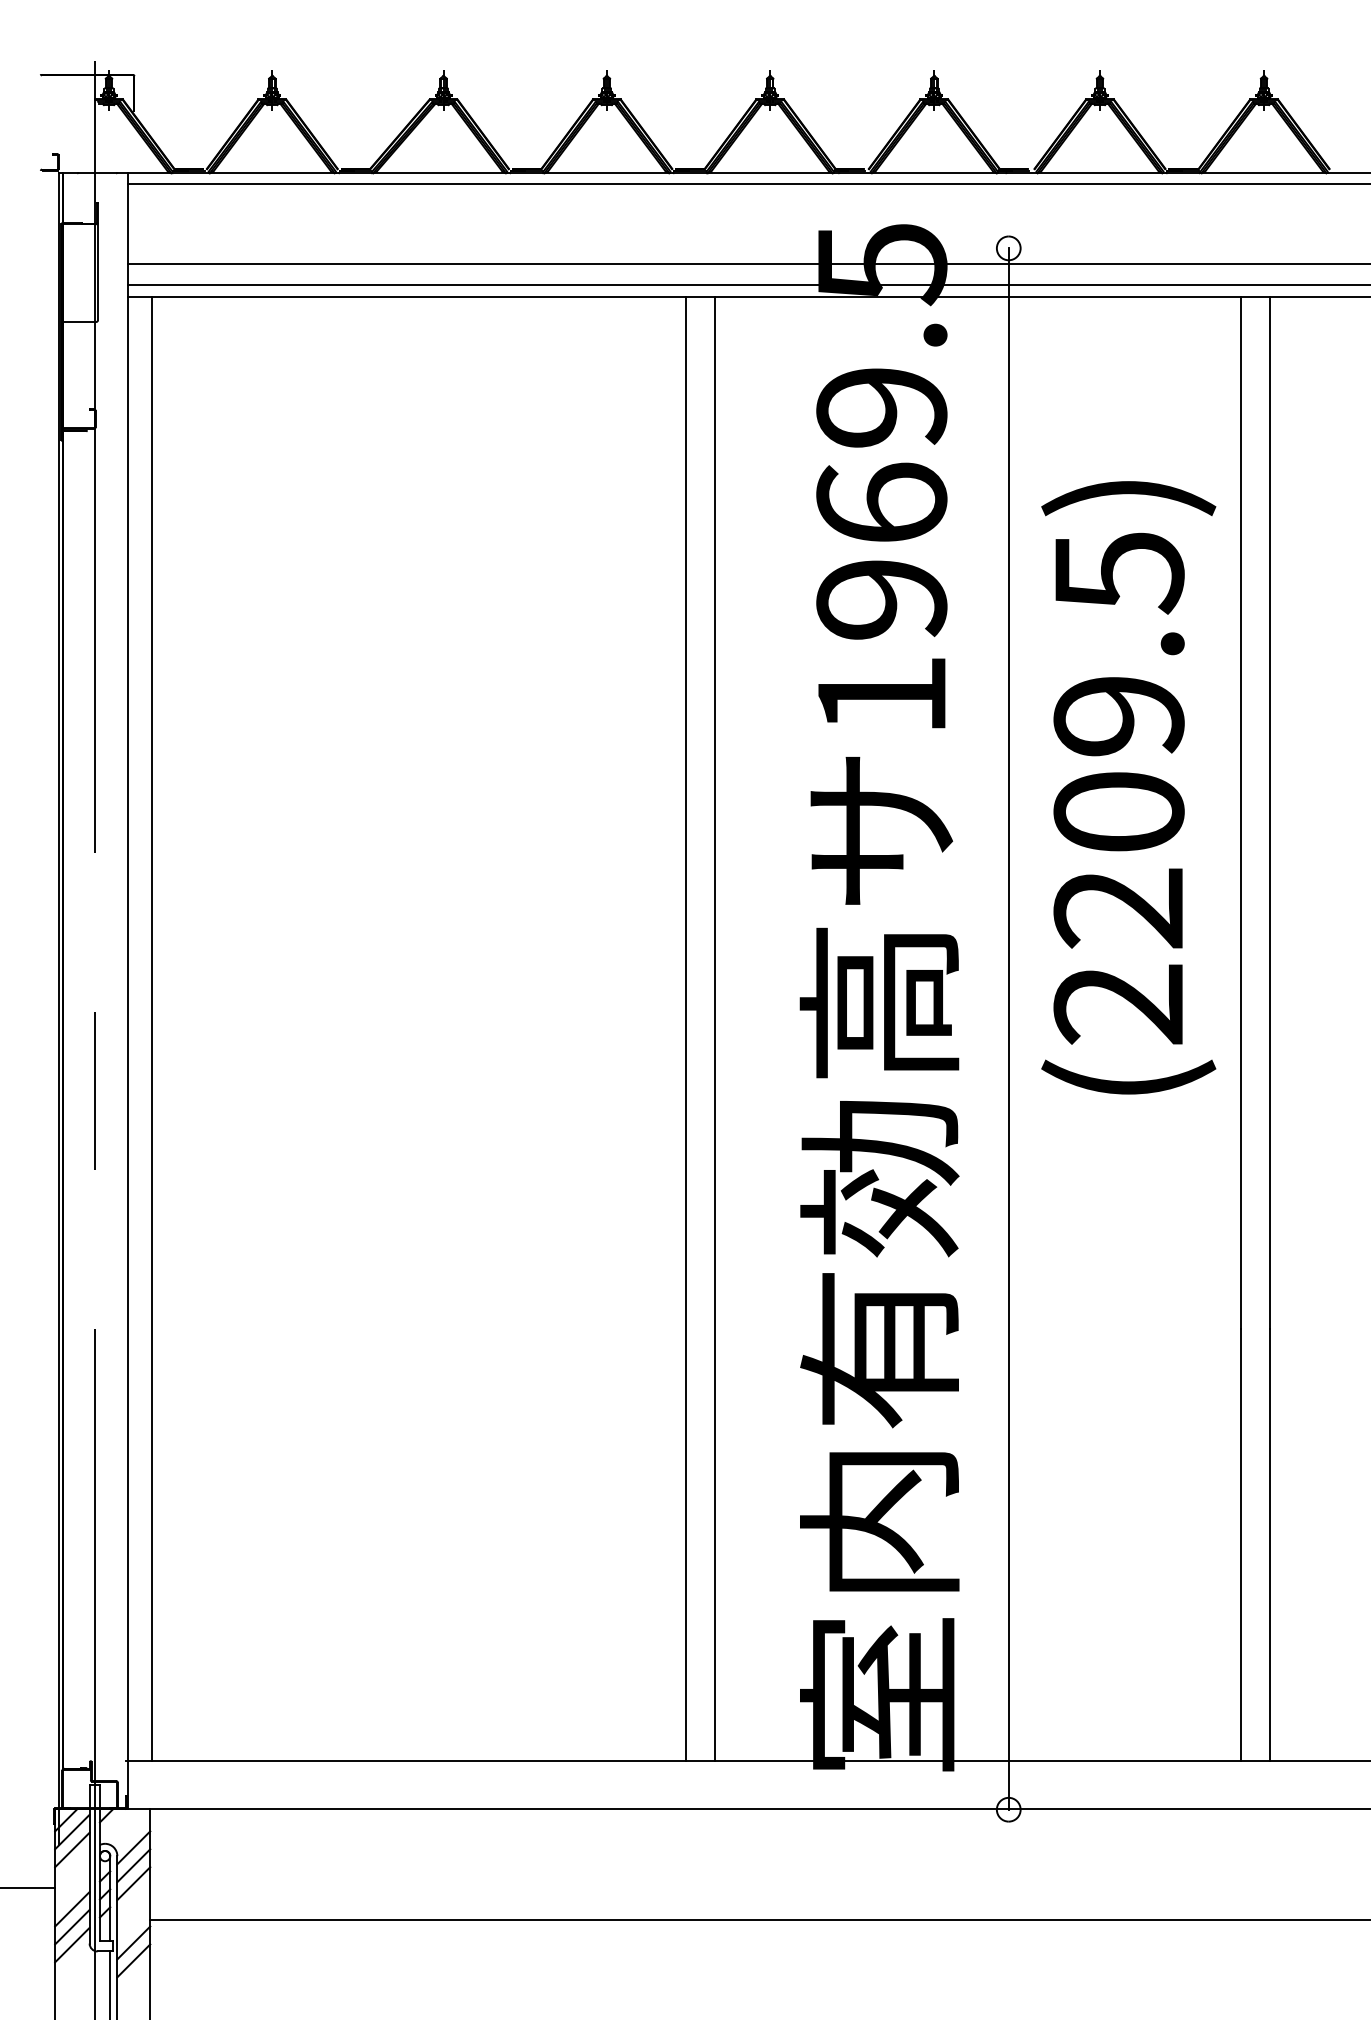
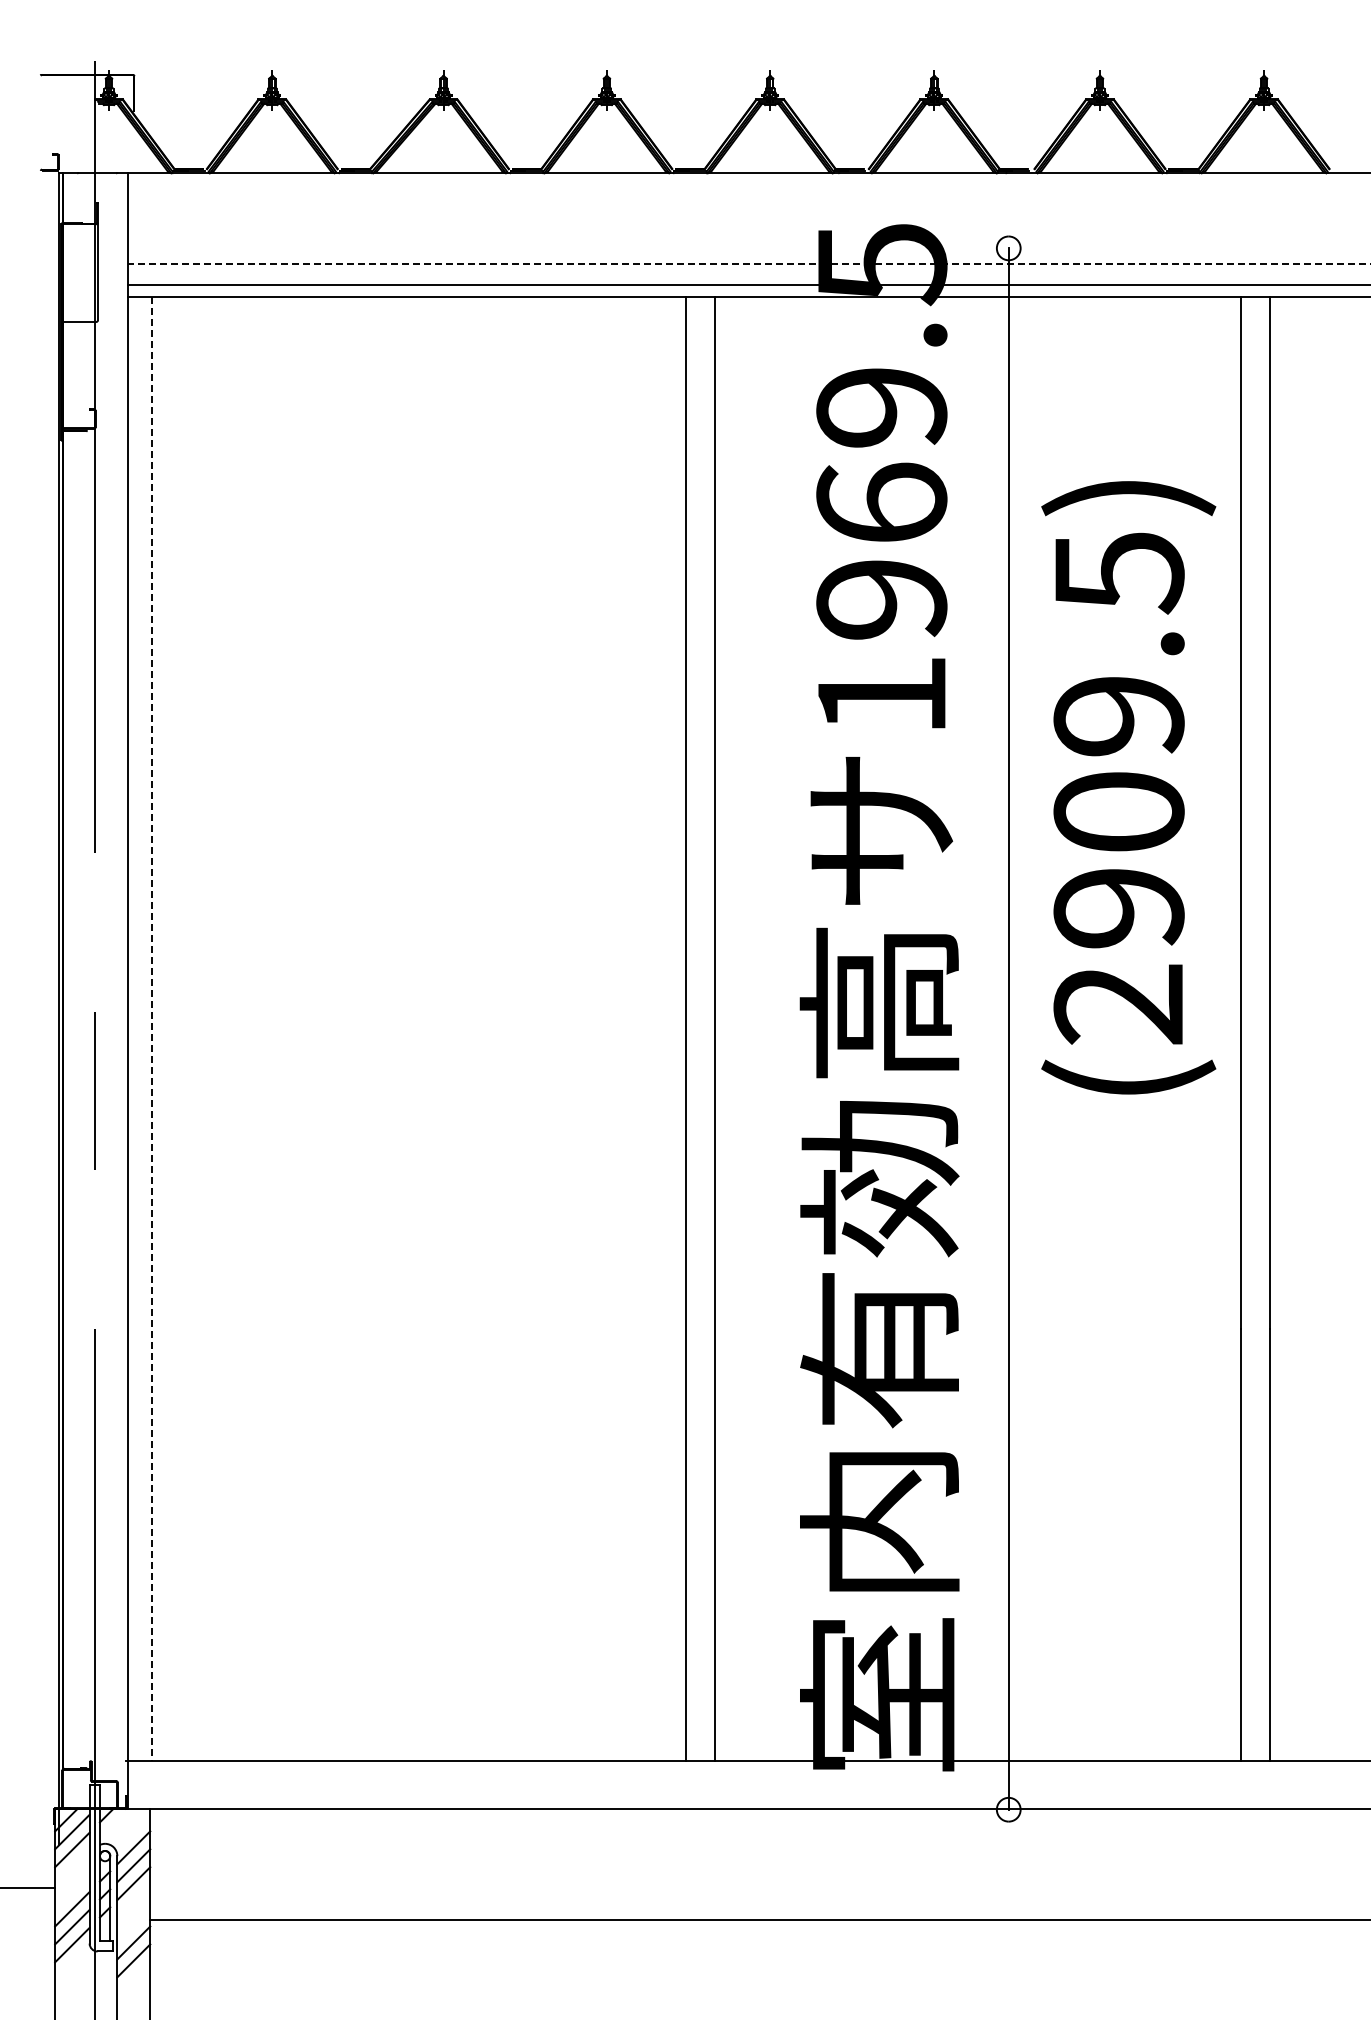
line at (747, 184): present -> none
line at (749, 263): solid -> dashed
text at (1118, 908): (2209.5) -> (2909.5)
line at (152, 1029): solid -> dashed
line at (110, 1983): present -> none
